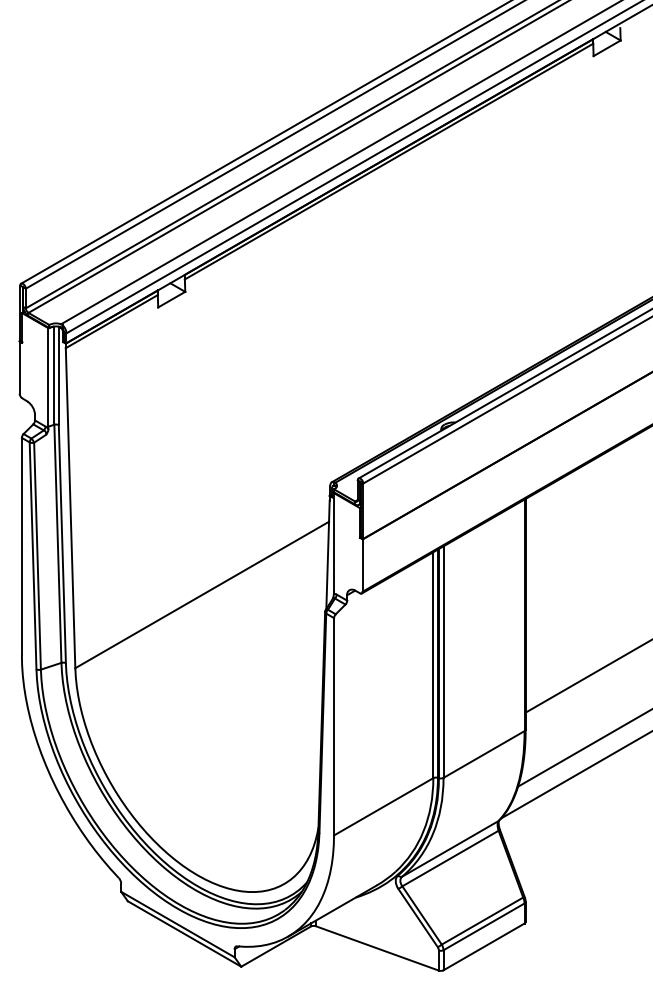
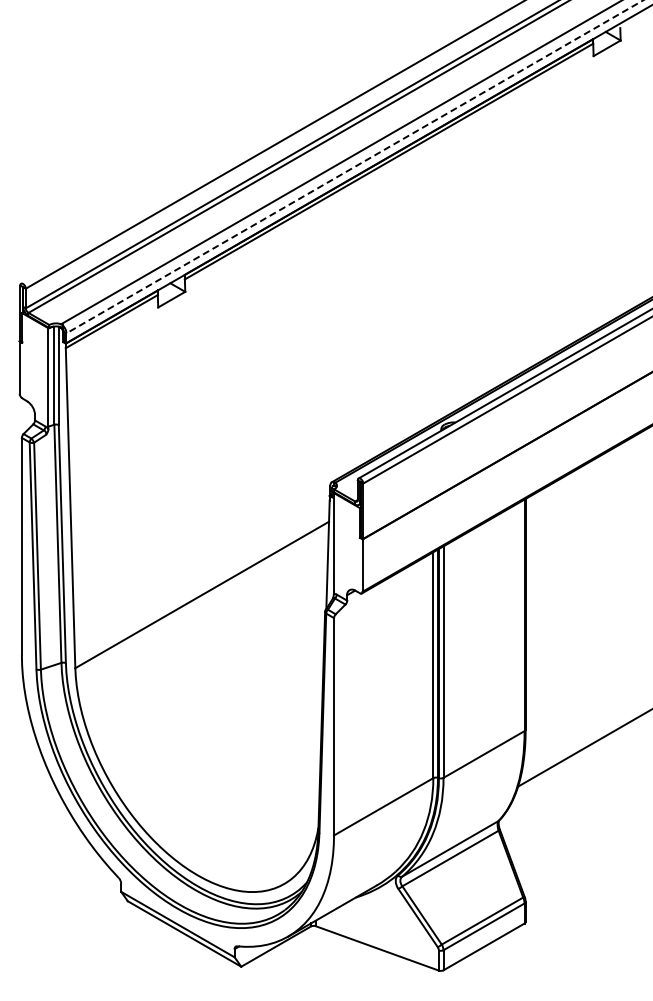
line at (264, 142): present -> none
line at (354, 166): solid -> dashed
line at (587, 676): present -> none
line at (575, 775): present -> none
